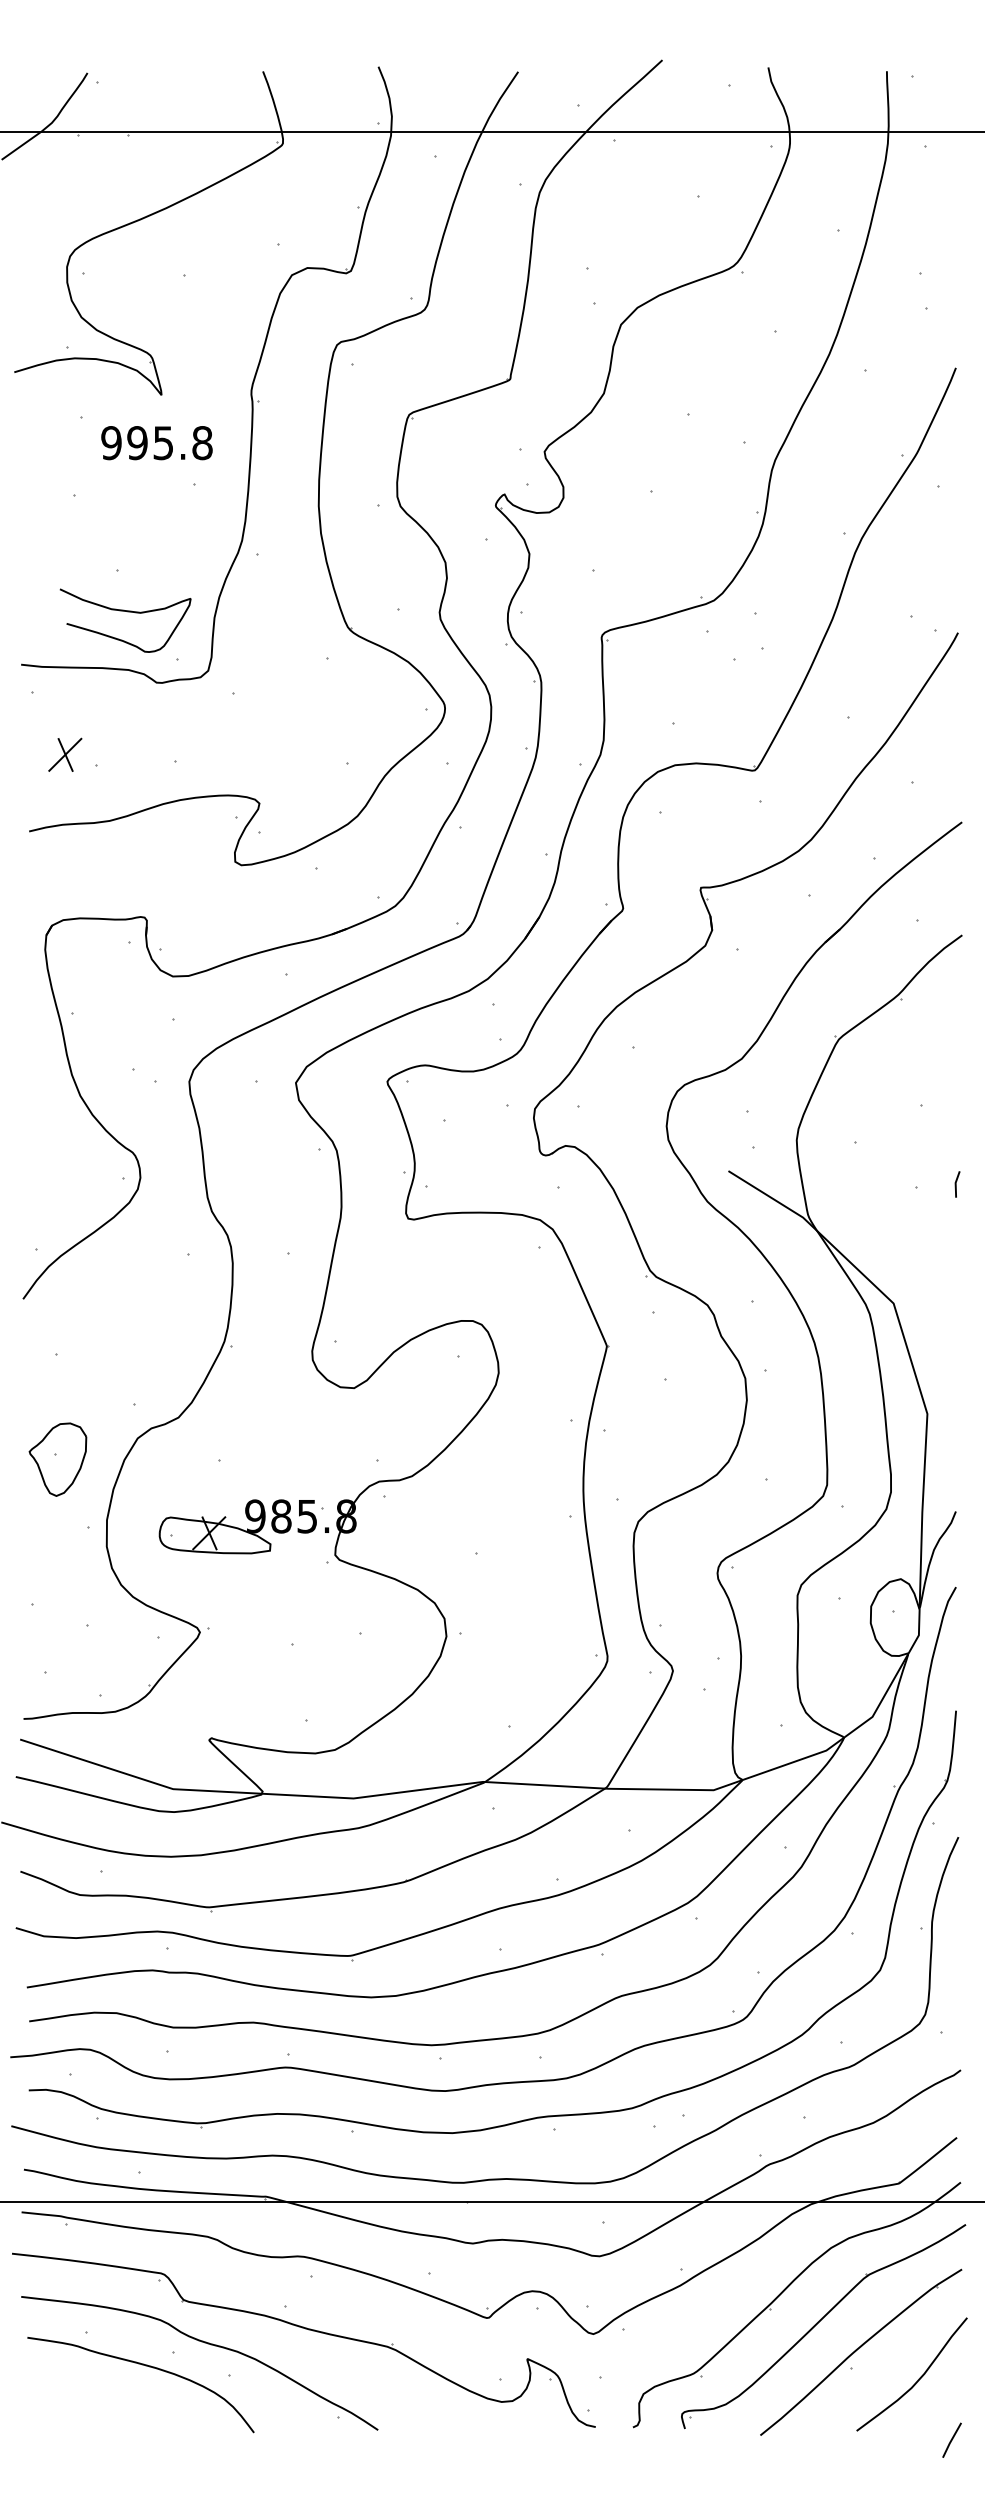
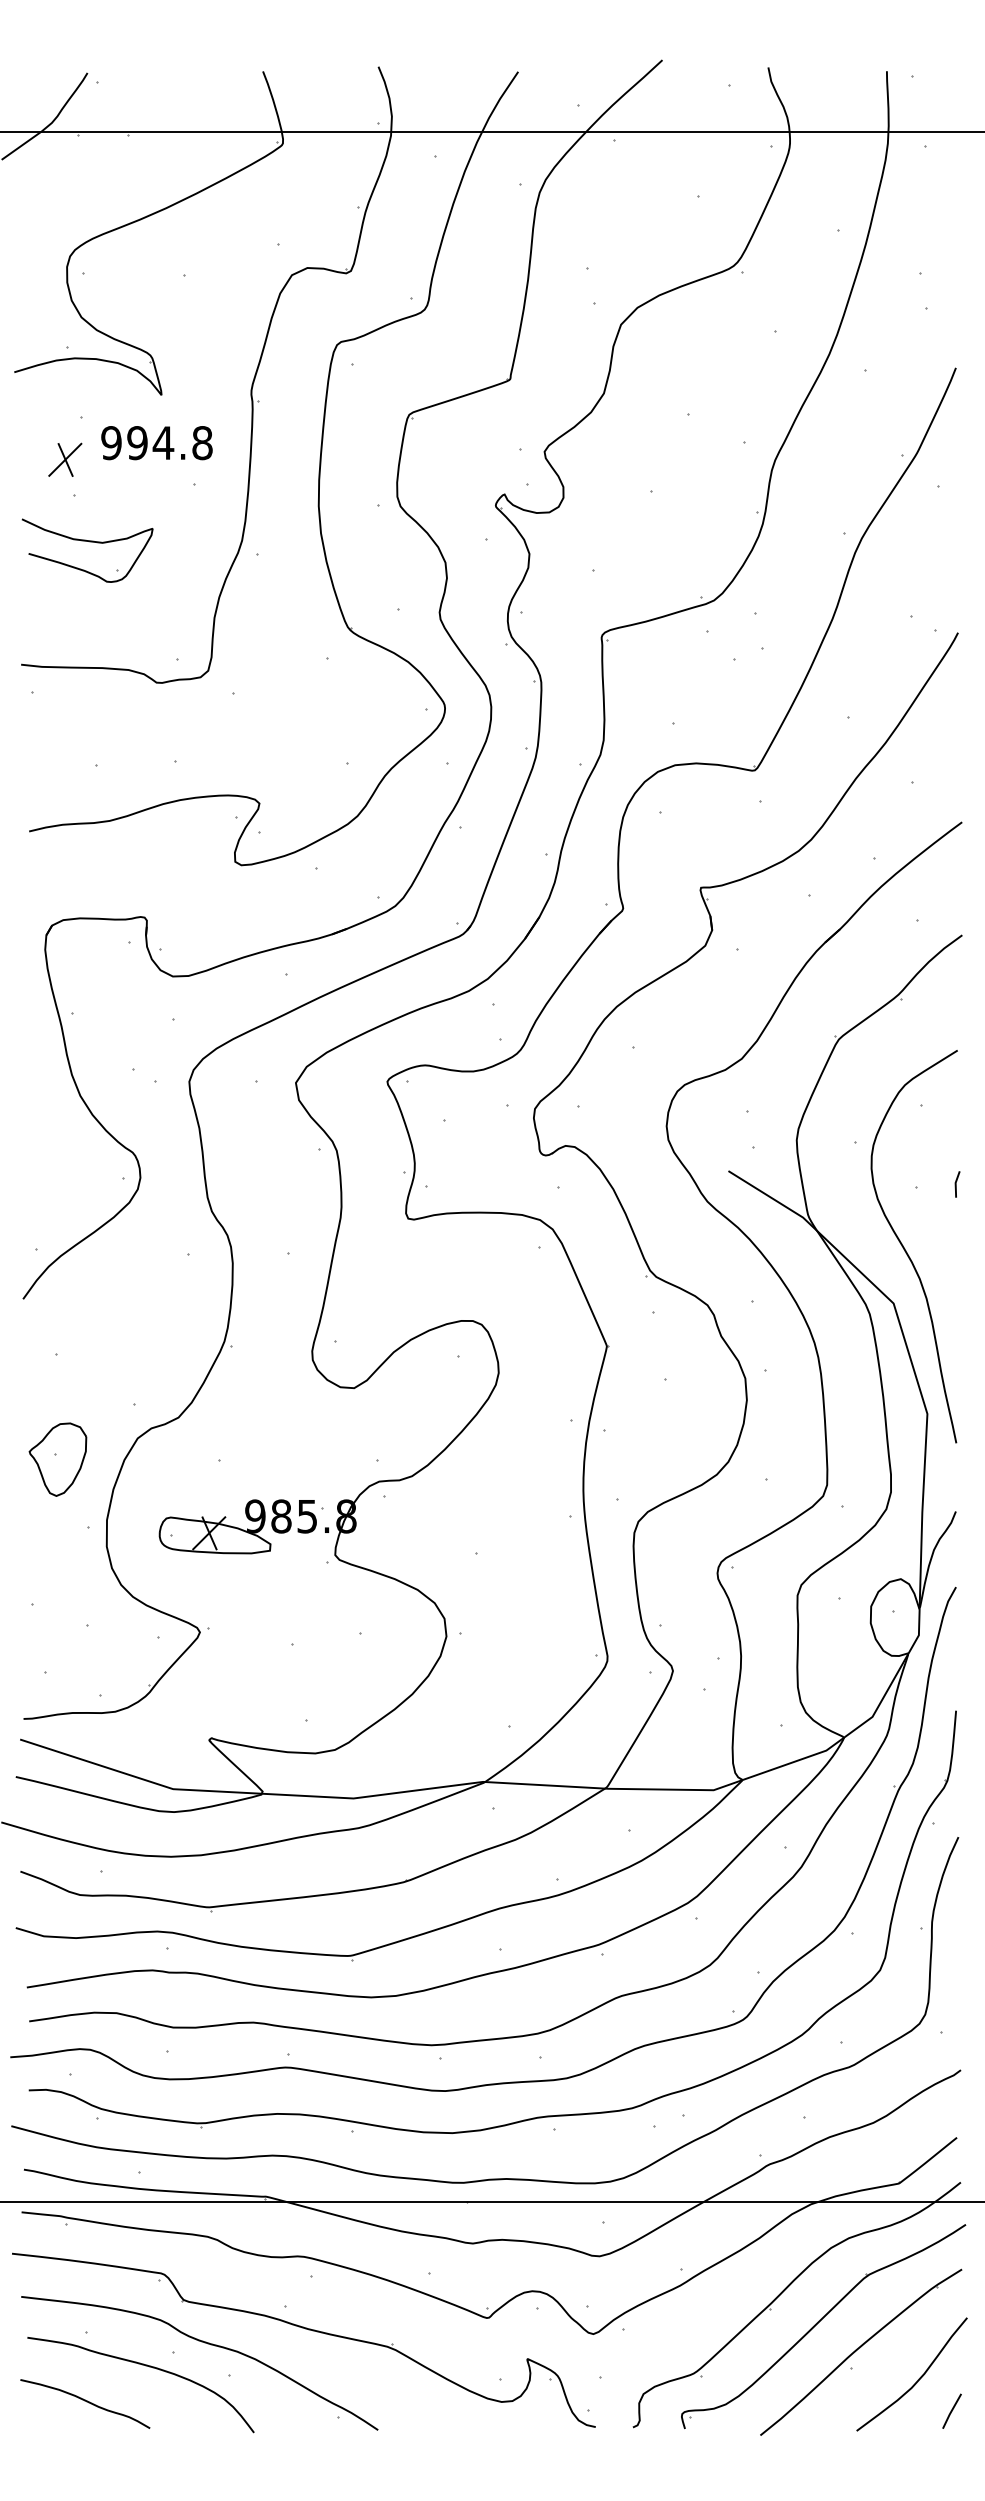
text at (163, 443): 995.8 -> 994.8
curve at (127, 612) position: (127, 612) -> (89, 542)
part at (65, 754) position: (65, 754) -> (65, 459)
curve at (906, 1250): none -> present
curve at (86, 2402): none -> present
line at (951, 2439) position: (951, 2439) -> (951, 2410)
